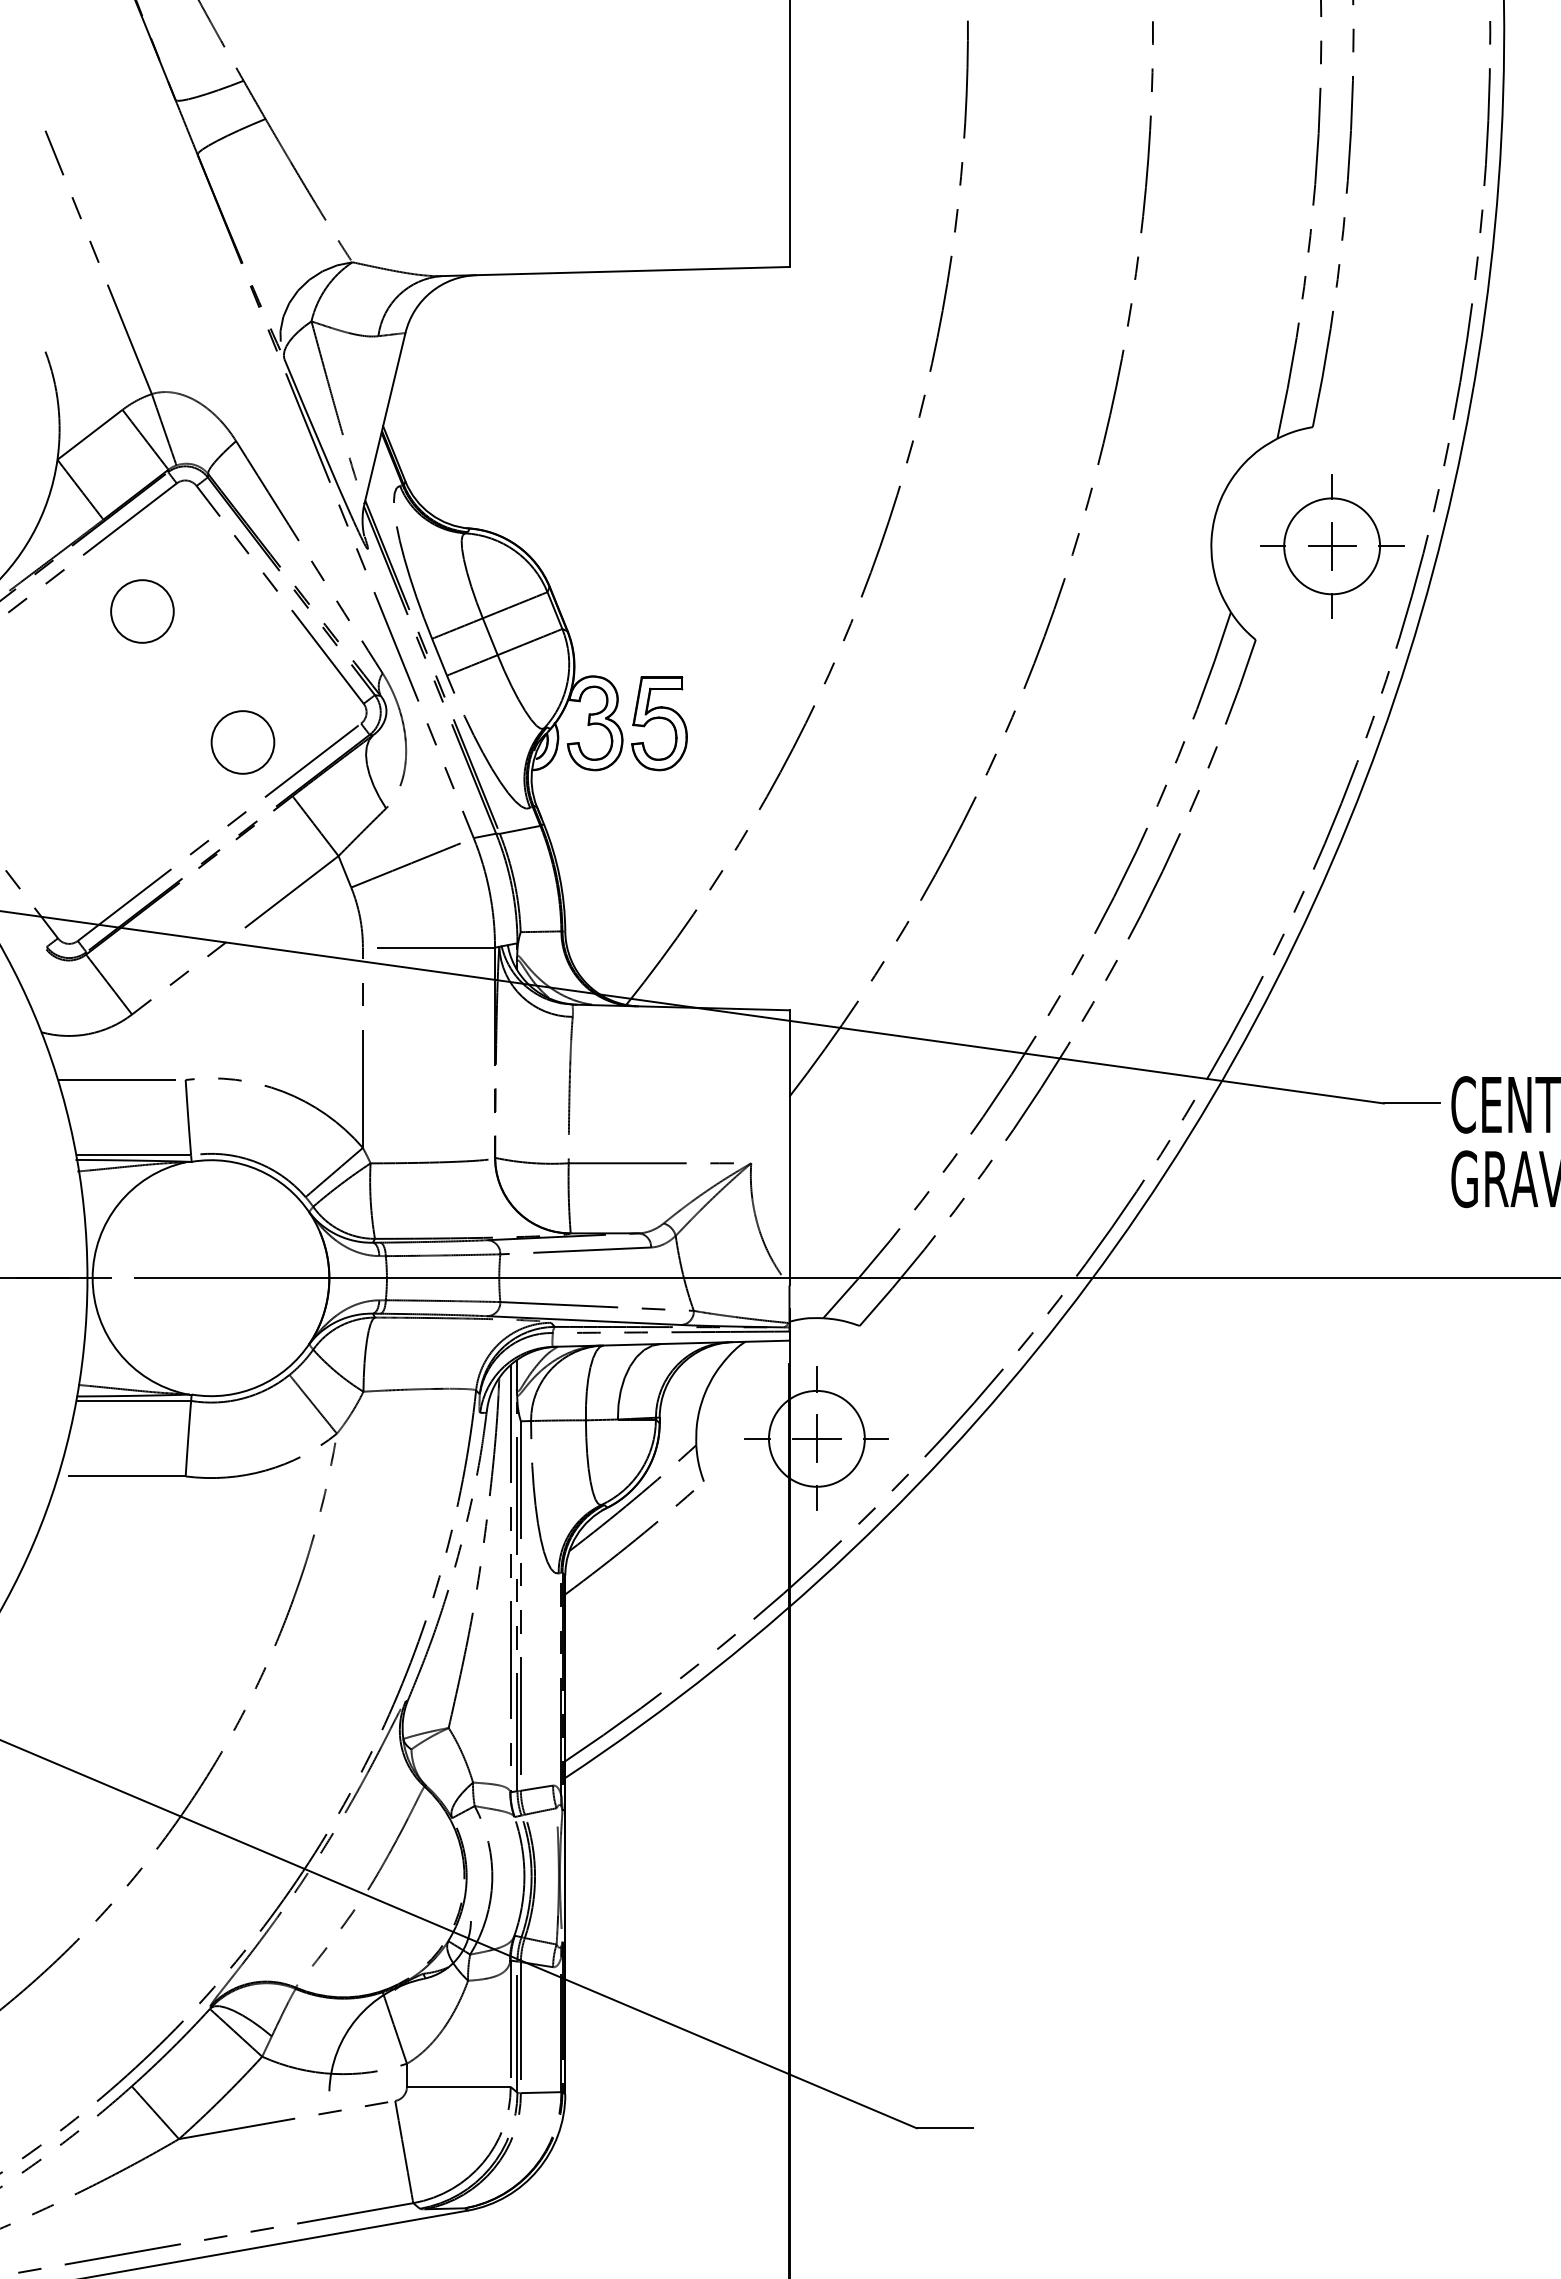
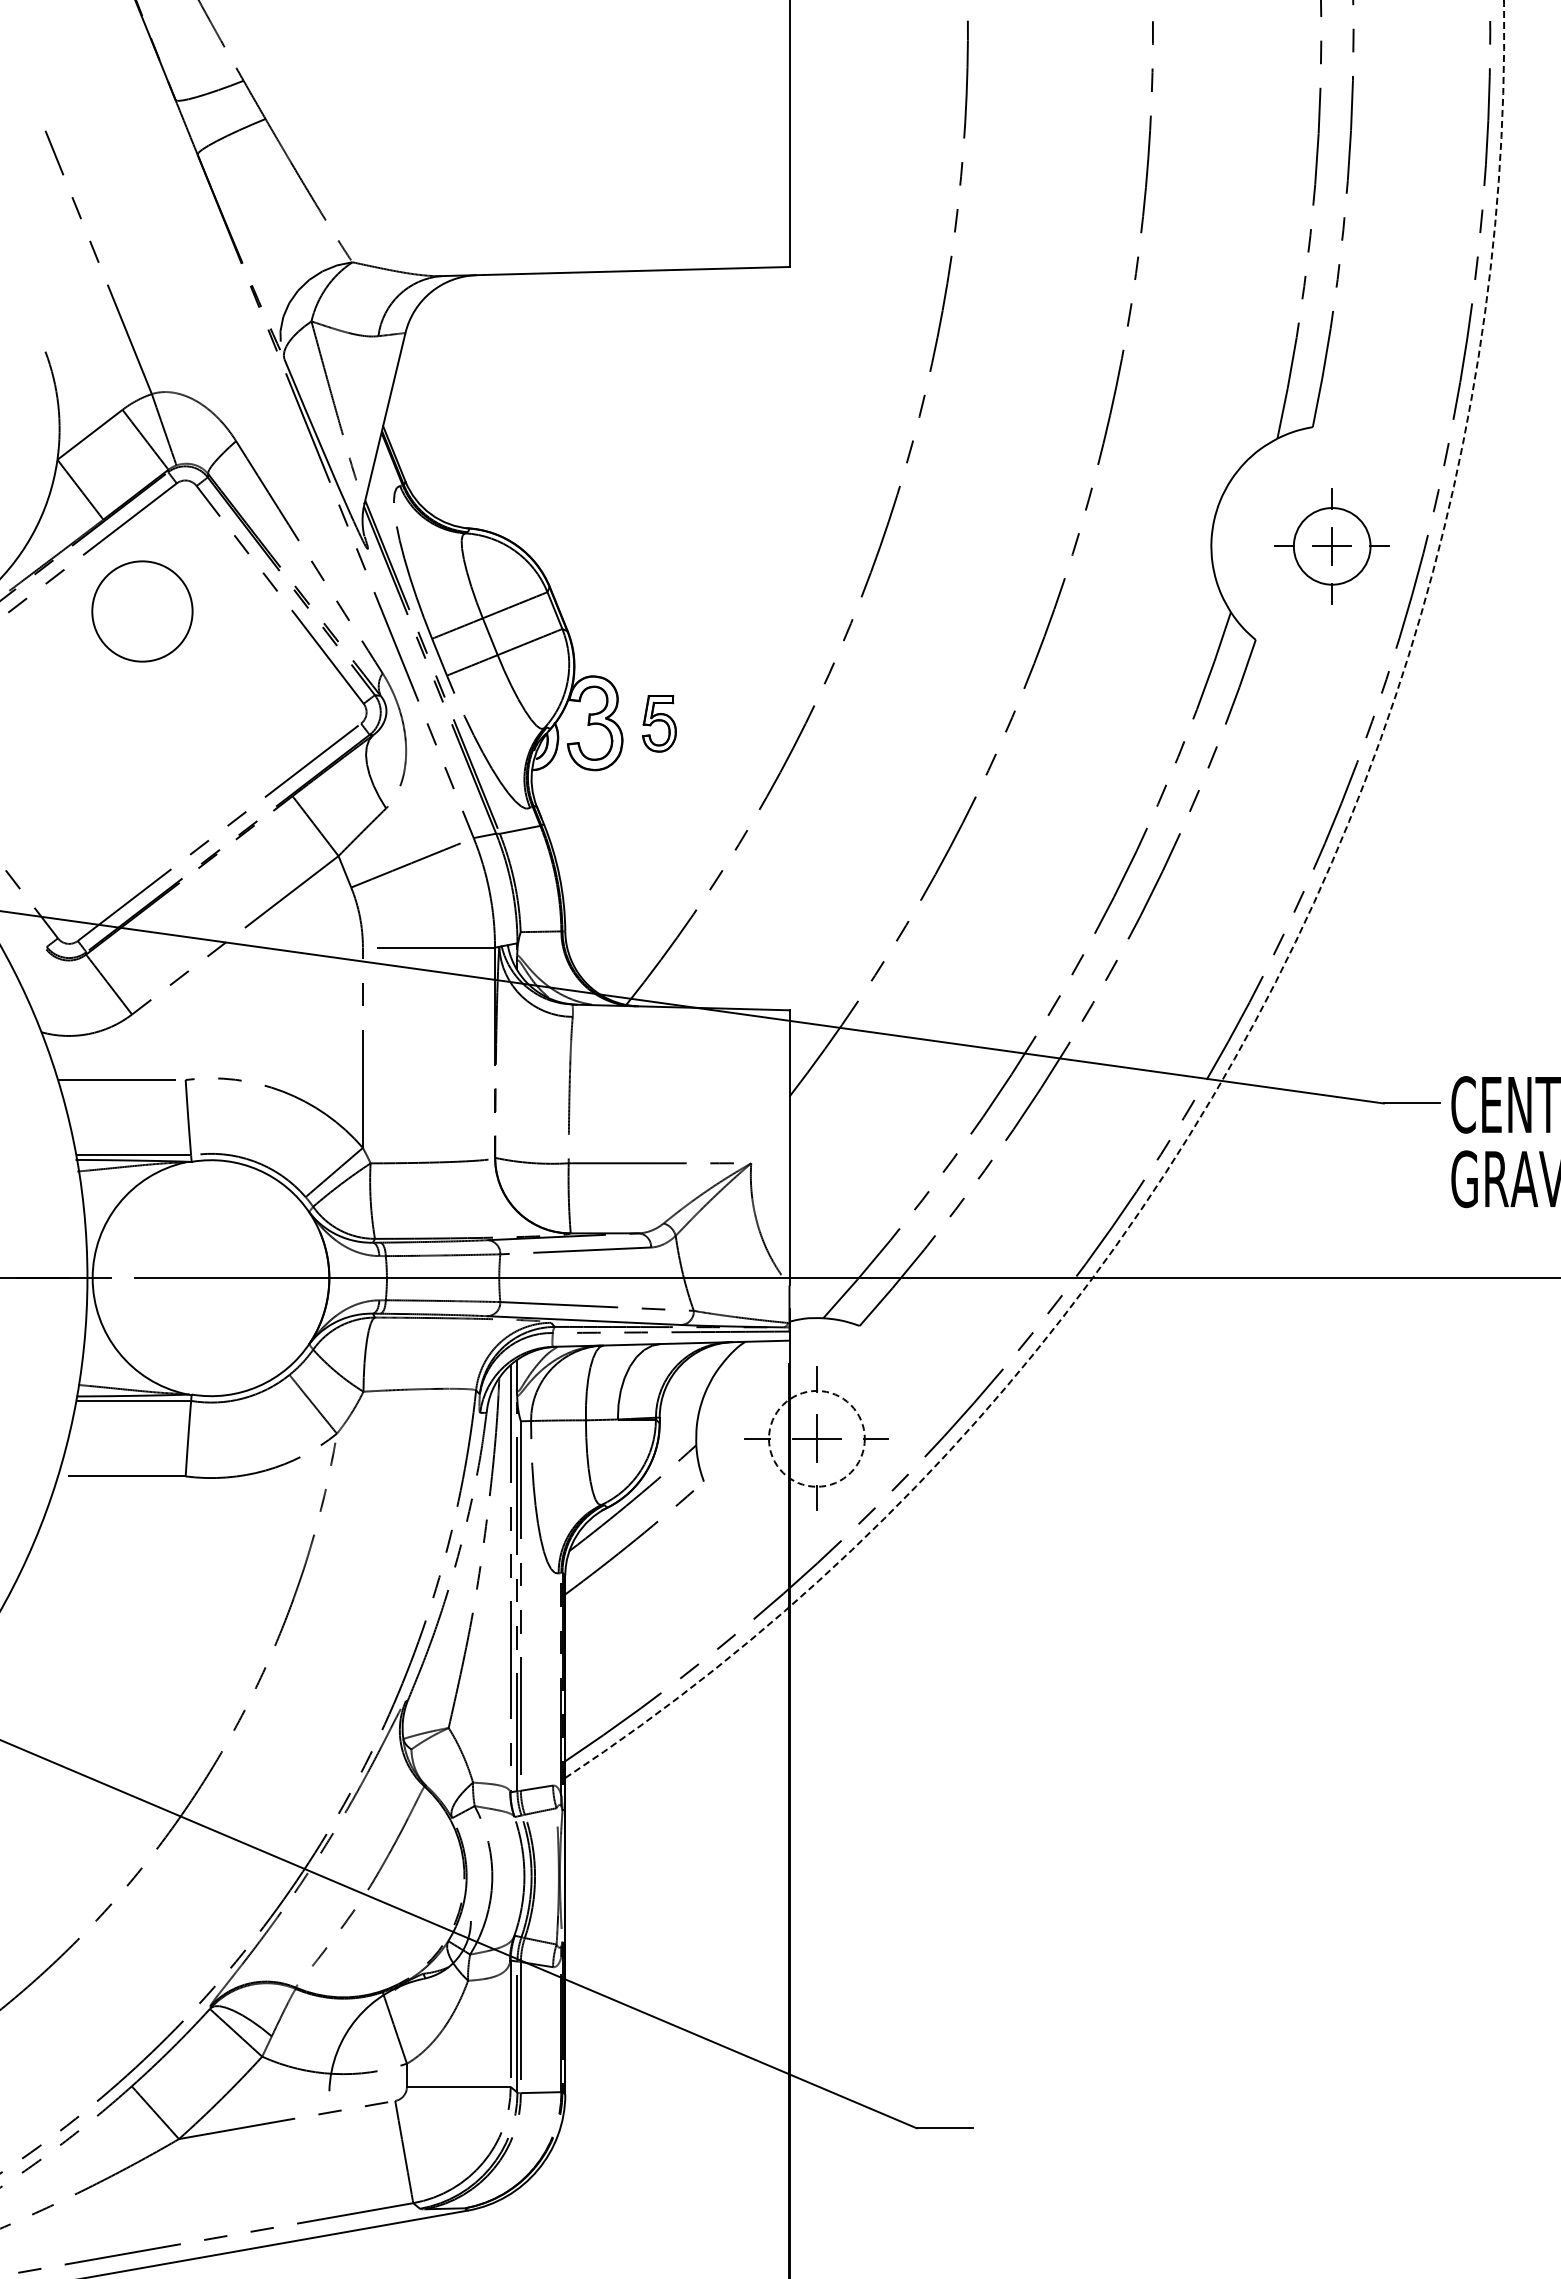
part at (1332, 546) size: 145x145 px -> 116x117 px
circle at (142, 611) diameter: 63 px -> 100 px
part at (659, 723) size: 57x96 px -> 35x58 px
circle at (242, 742): present -> none
arc at (1261, 1009): solid -> dashed
circle at (816, 1438): solid -> dashed
